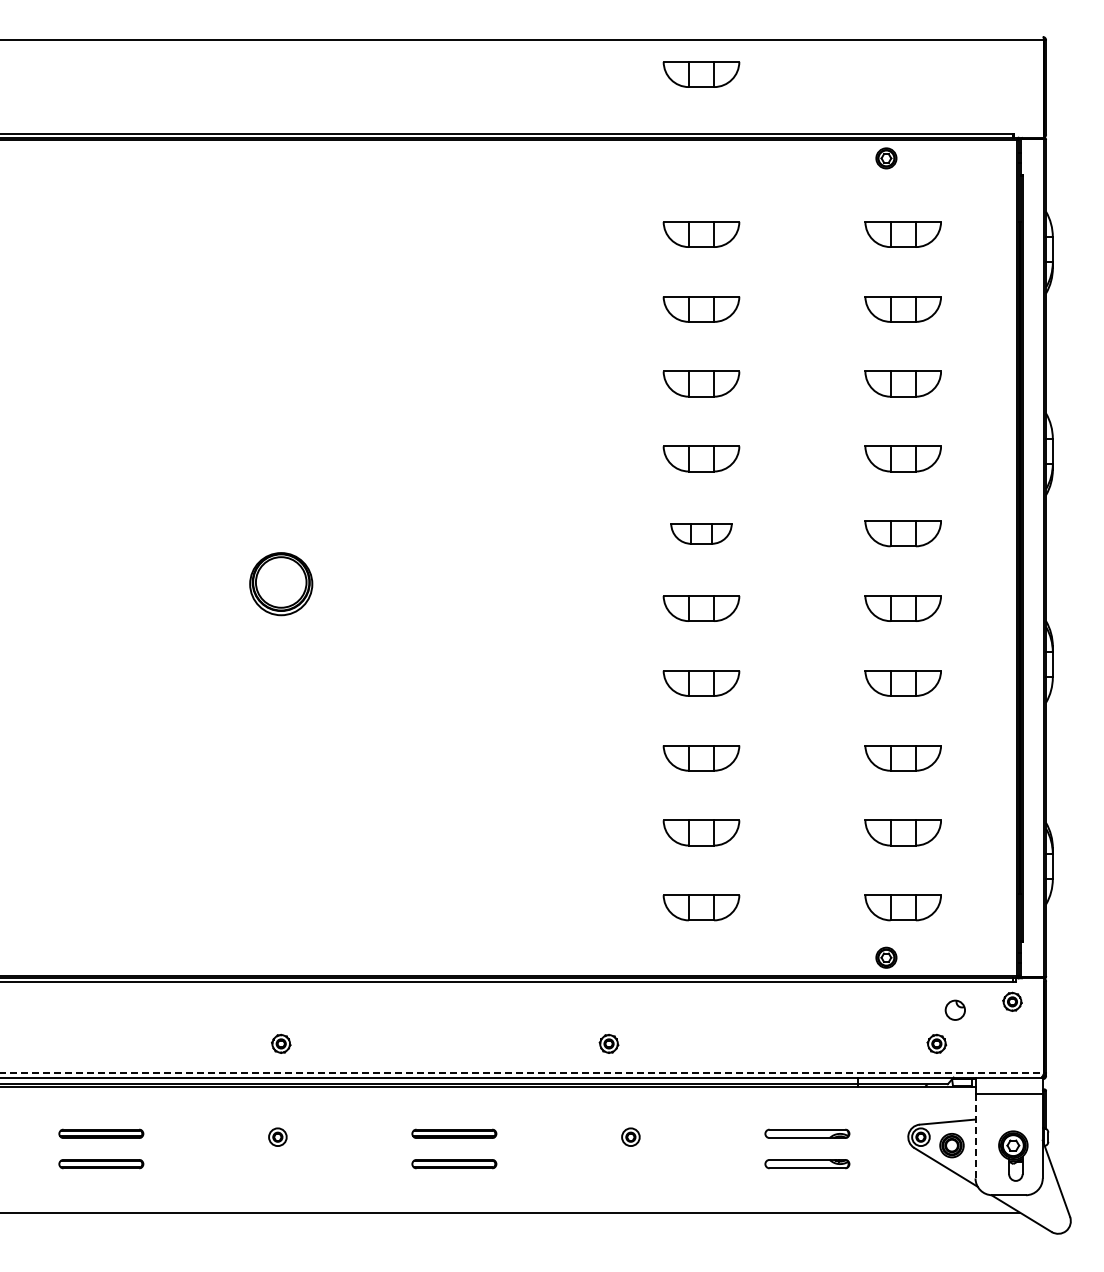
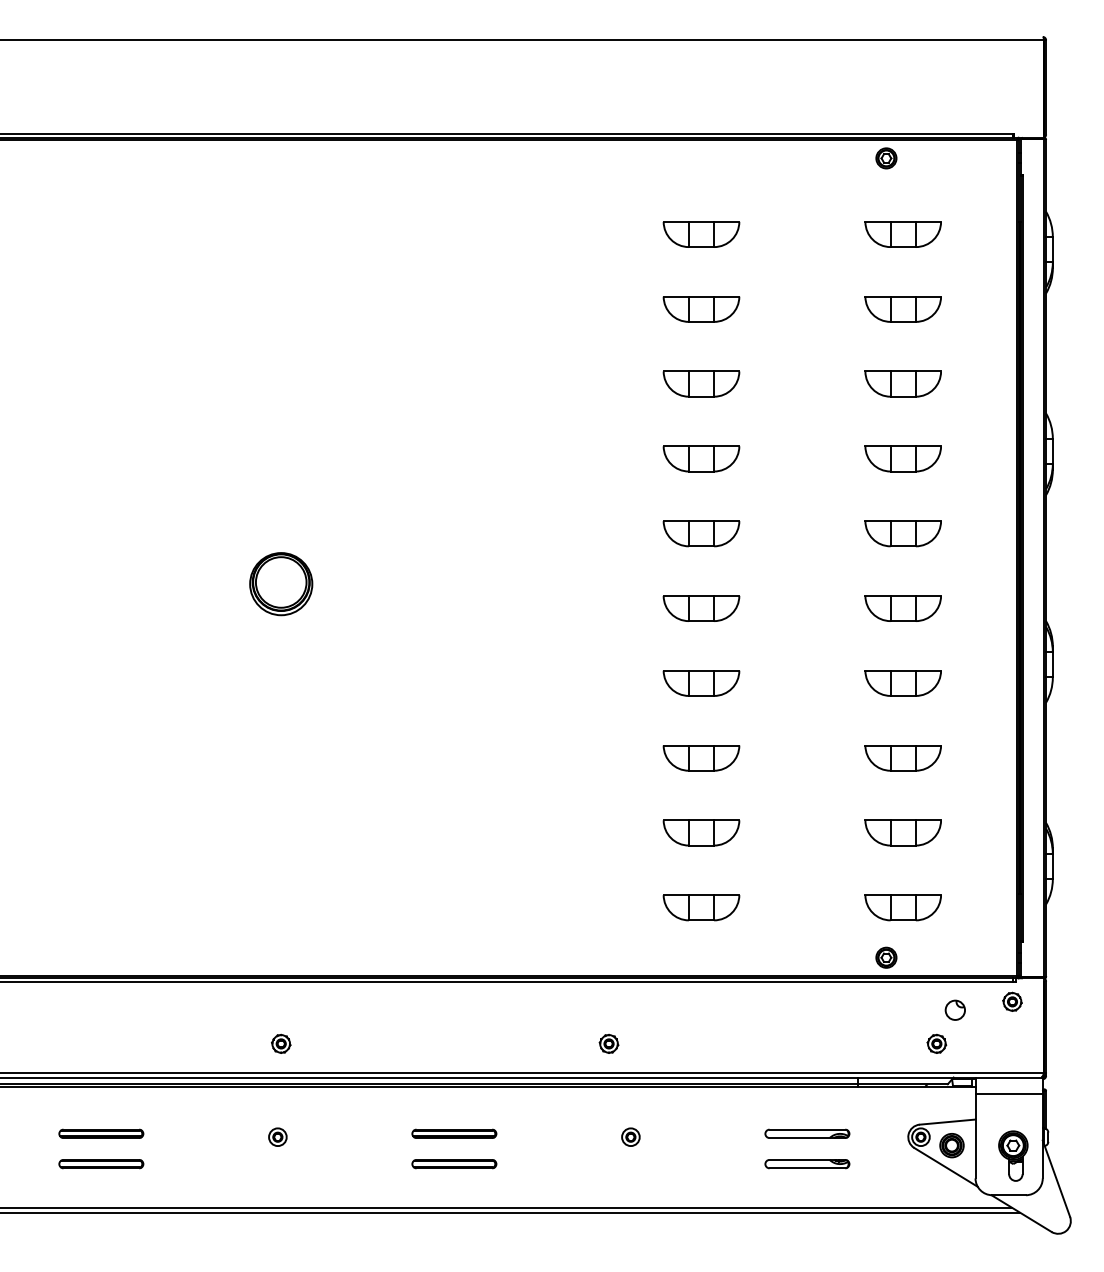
part at (701, 74): present -> none
part at (701, 533) size: 63x22 px -> 79x28 px
line at (522, 1072): dashed -> solid
line at (975, 1135): dashed -> solid
line at (507, 1207): none -> present
